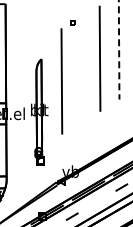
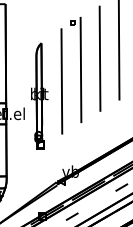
line at (119, 49): dashed -> solid
line at (80, 69): none -> present
part at (39, 111) position: (39, 111) -> (39, 95)
